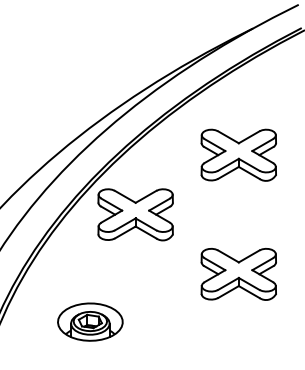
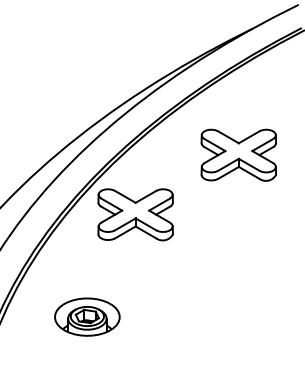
part at (238, 274): present -> none
part at (90, 321) position: (90, 321) -> (87, 316)
